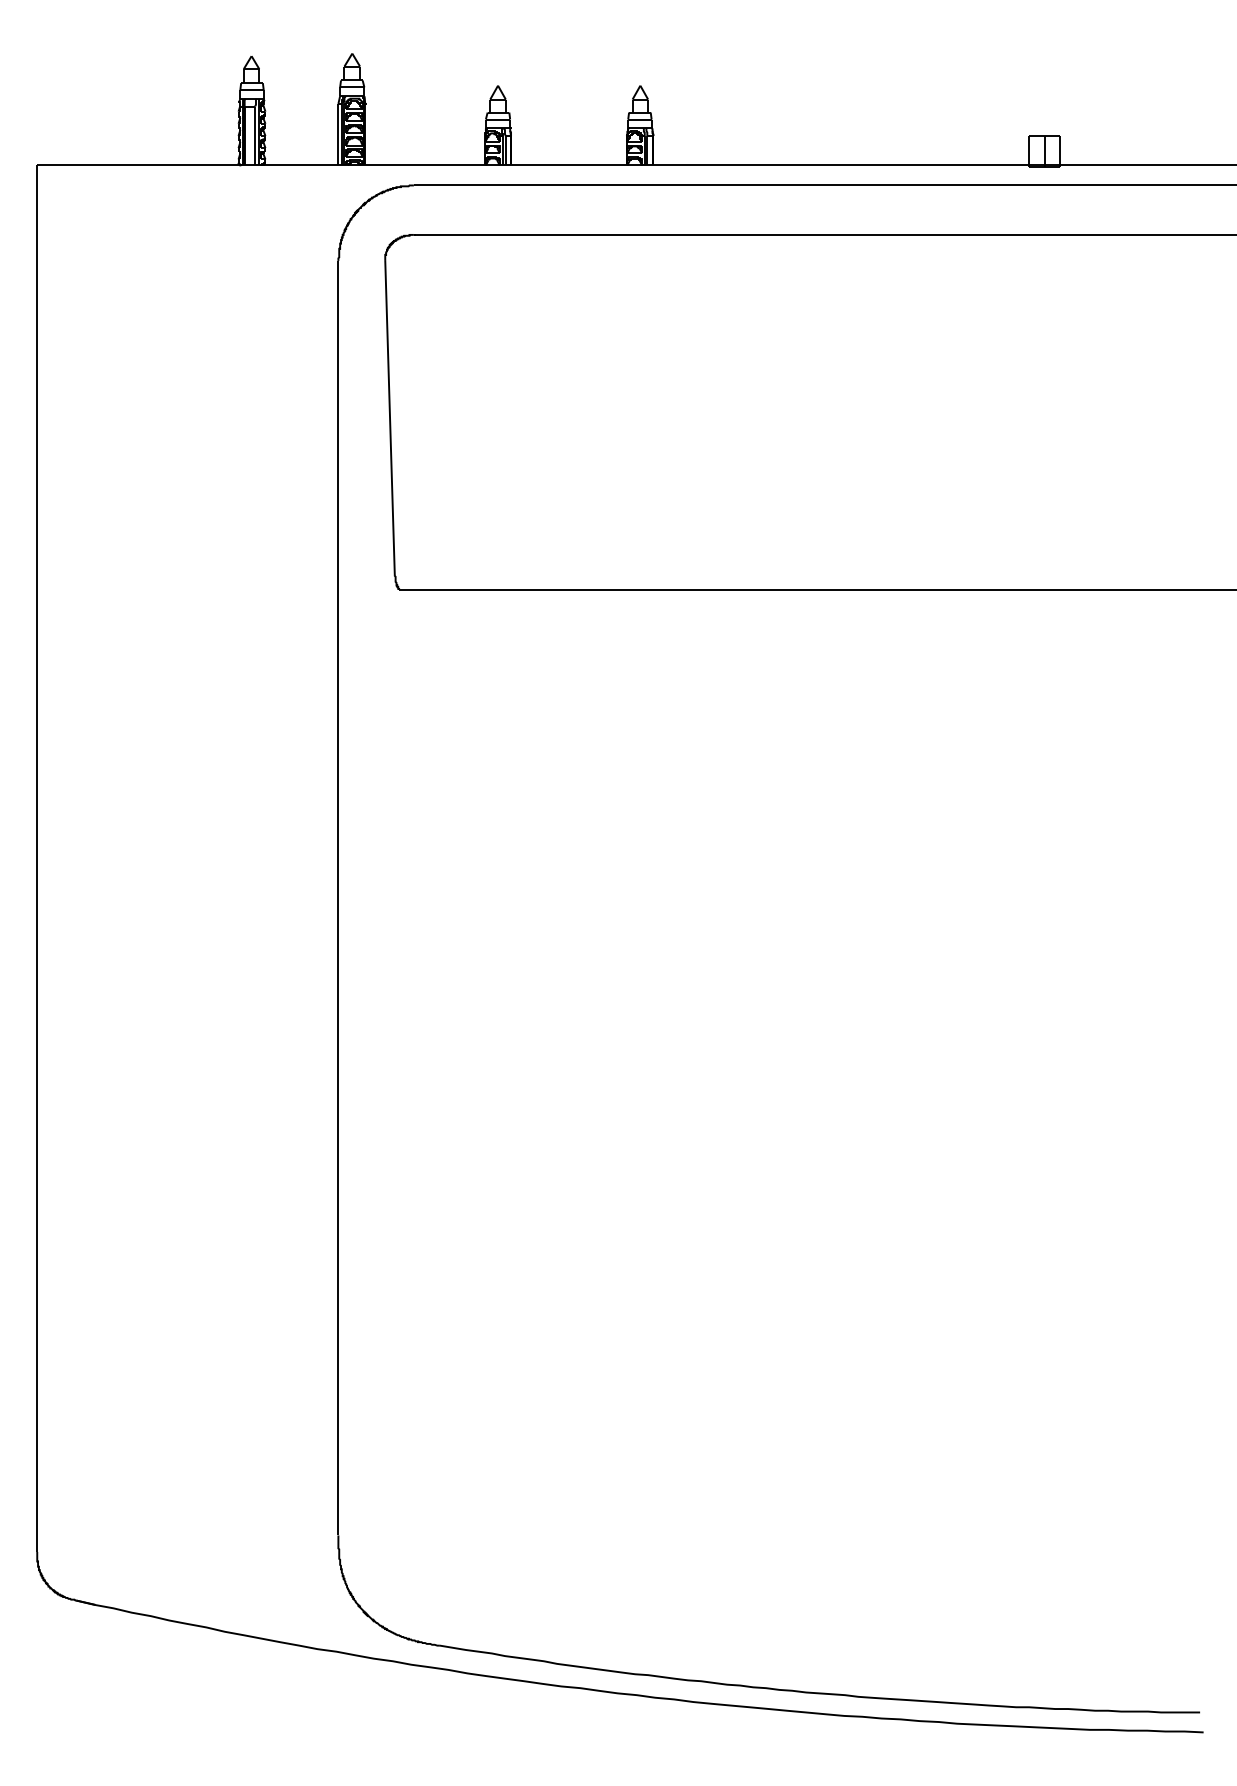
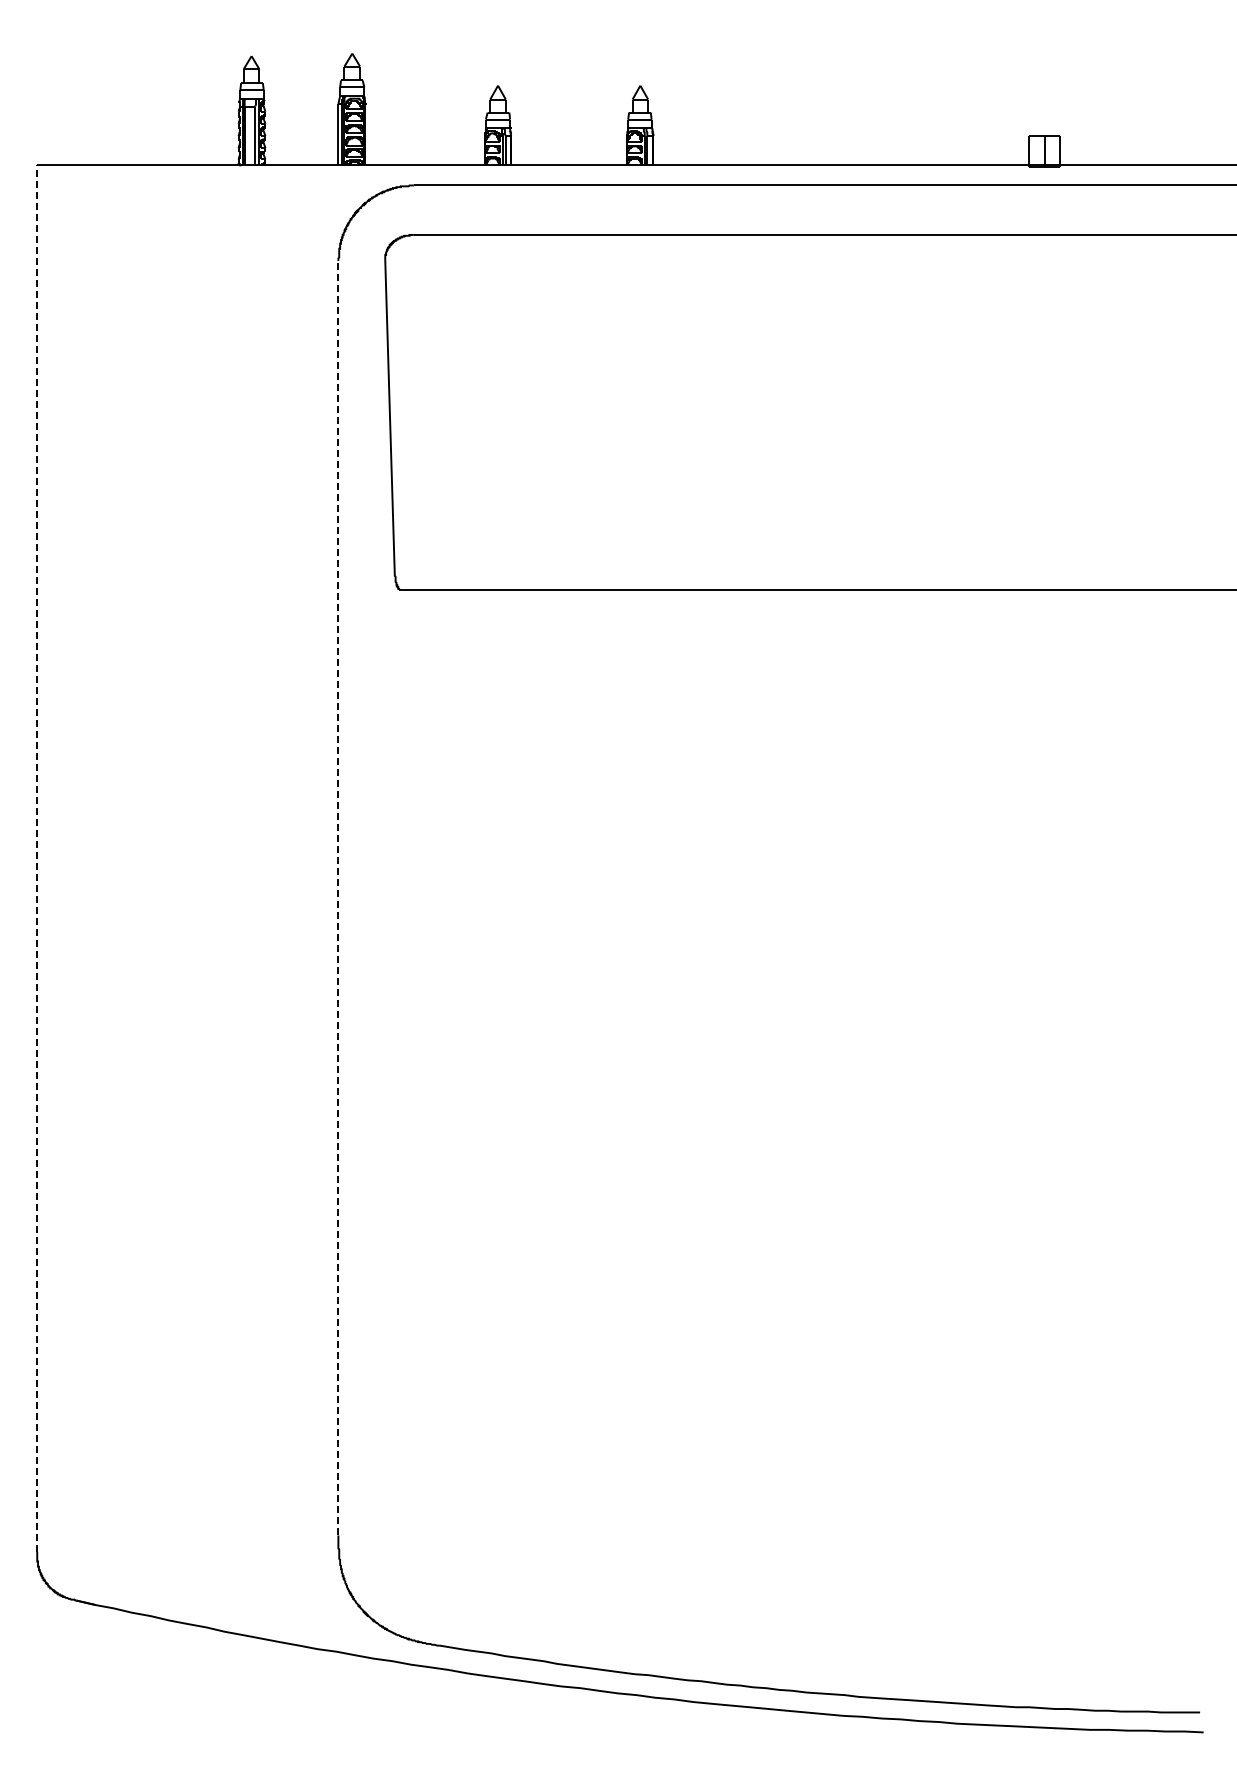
line at (37, 858): solid -> dashed
line at (338, 897): solid -> dashed
